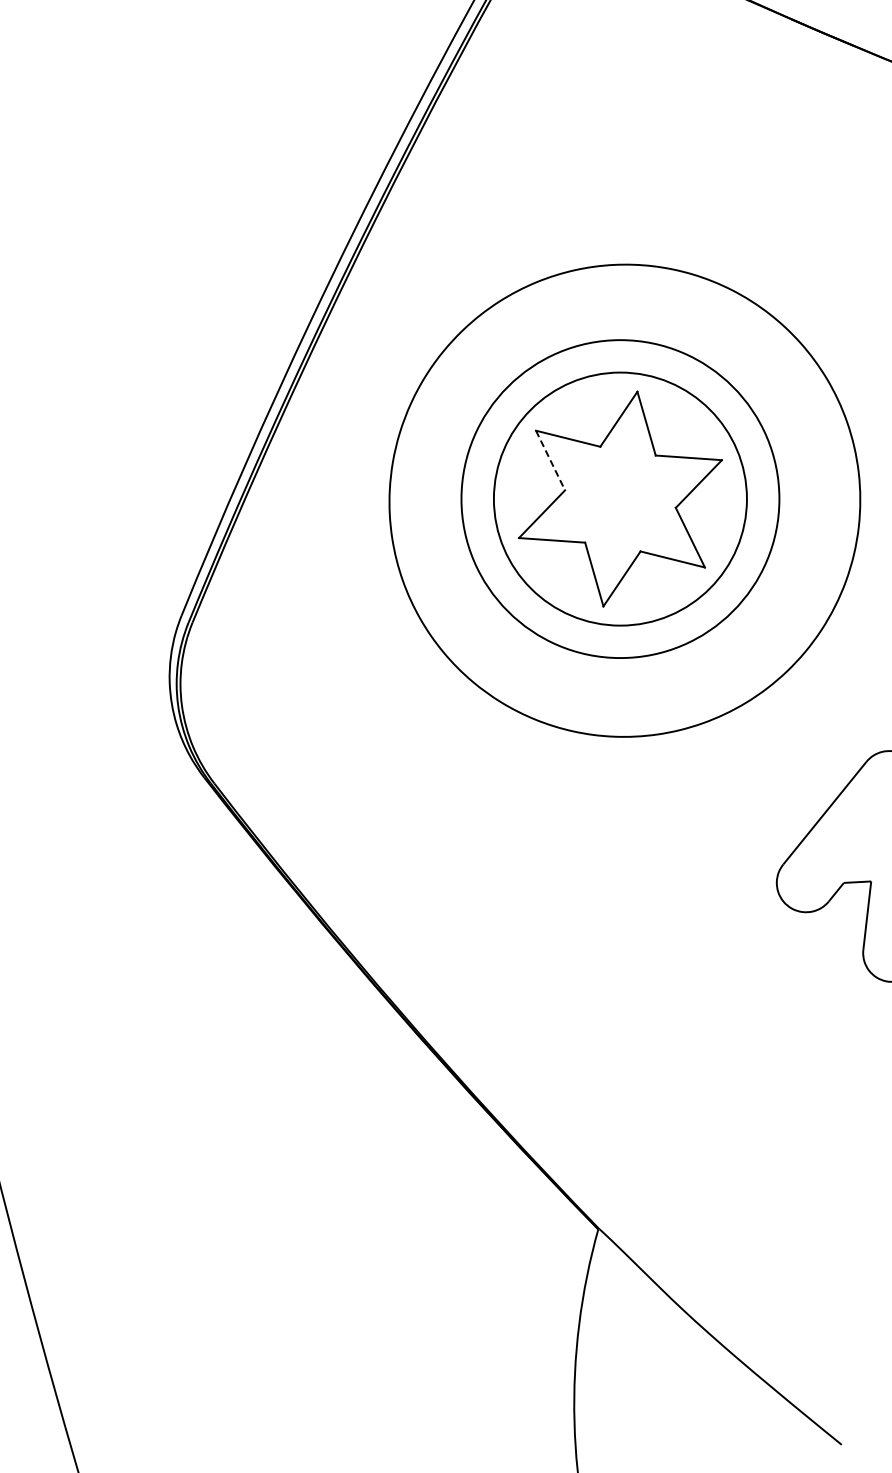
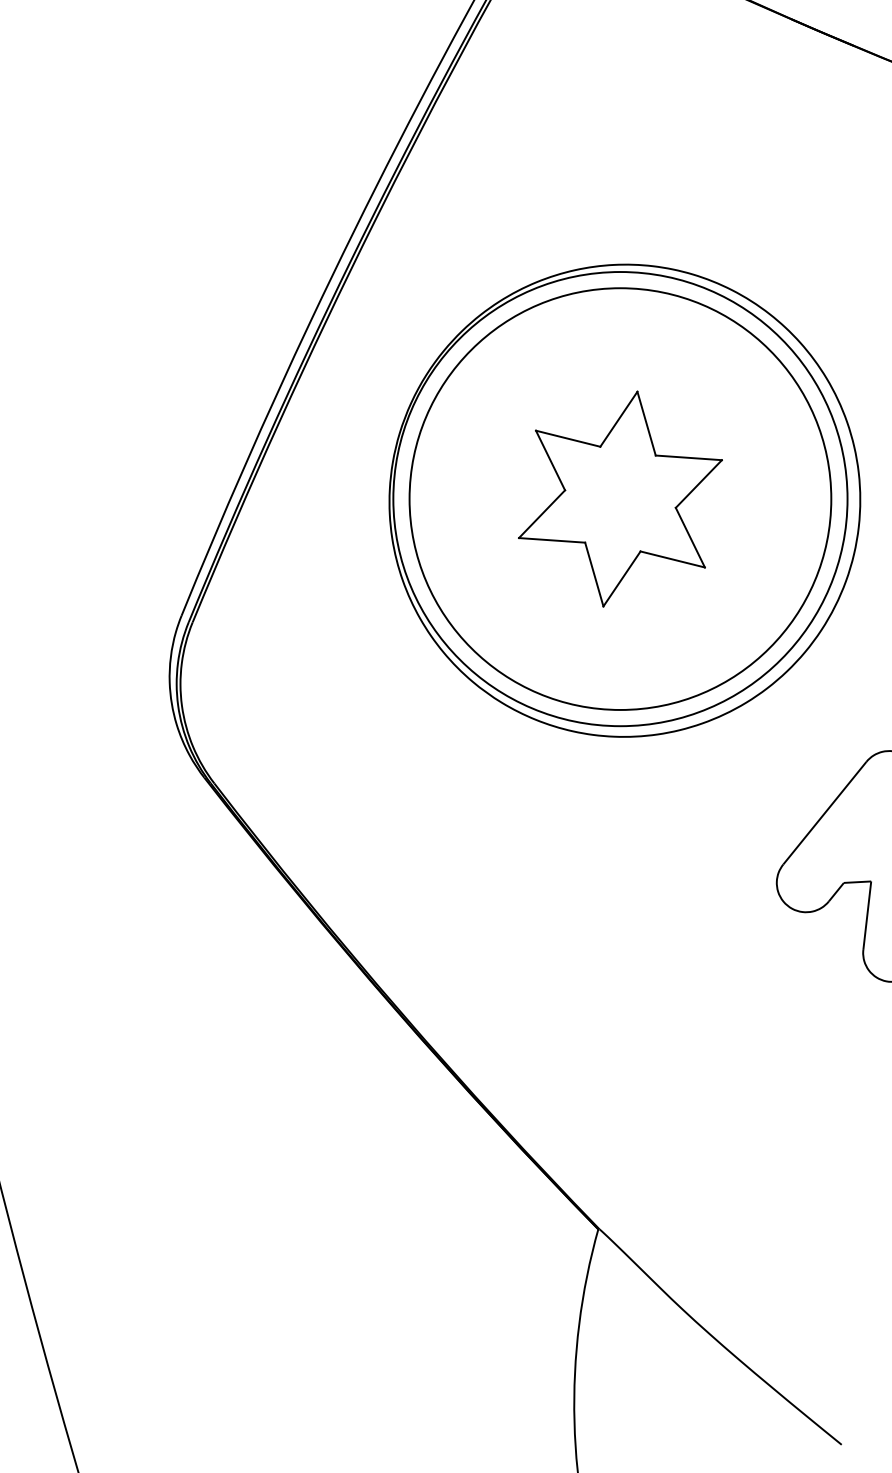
line at (550, 460): dashed -> solid
circle at (619, 498) diameter: 253 px -> 422 px
circle at (620, 499) diameter: 318 px -> 454 px
